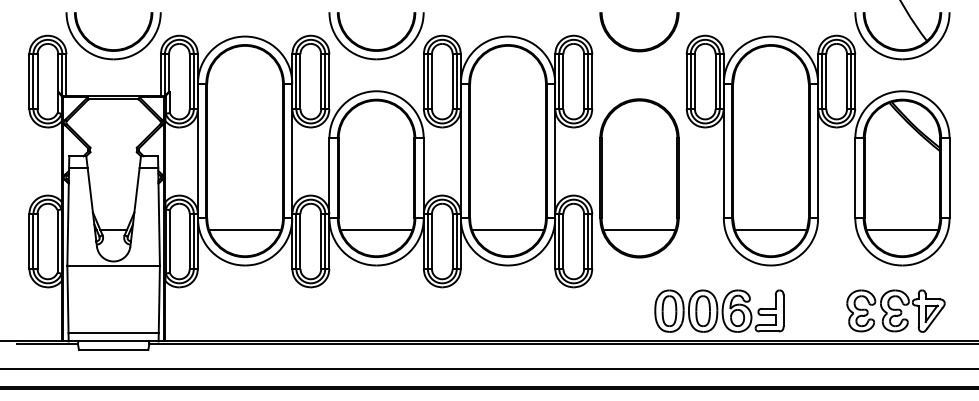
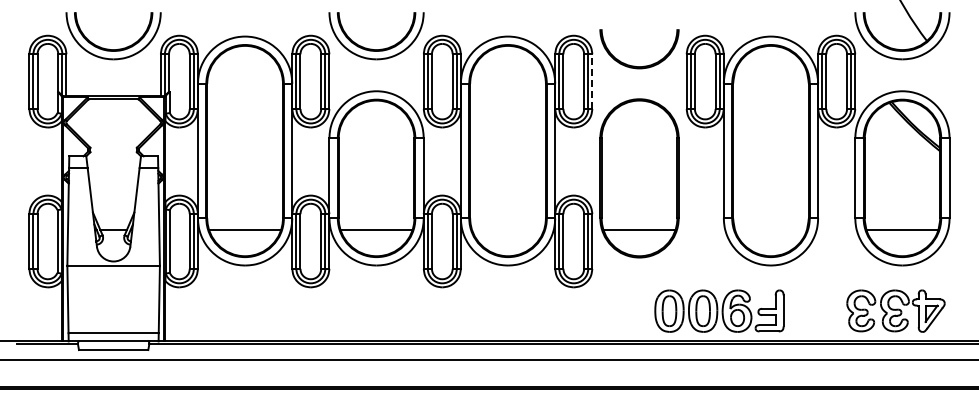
part at (634, 48) position: (634, 48) -> (634, 65)
line at (592, 81): solid -> dashed
line at (507, 229): present -> none
line at (770, 229): present -> none
line at (488, 368) position: (488, 368) -> (488, 359)
